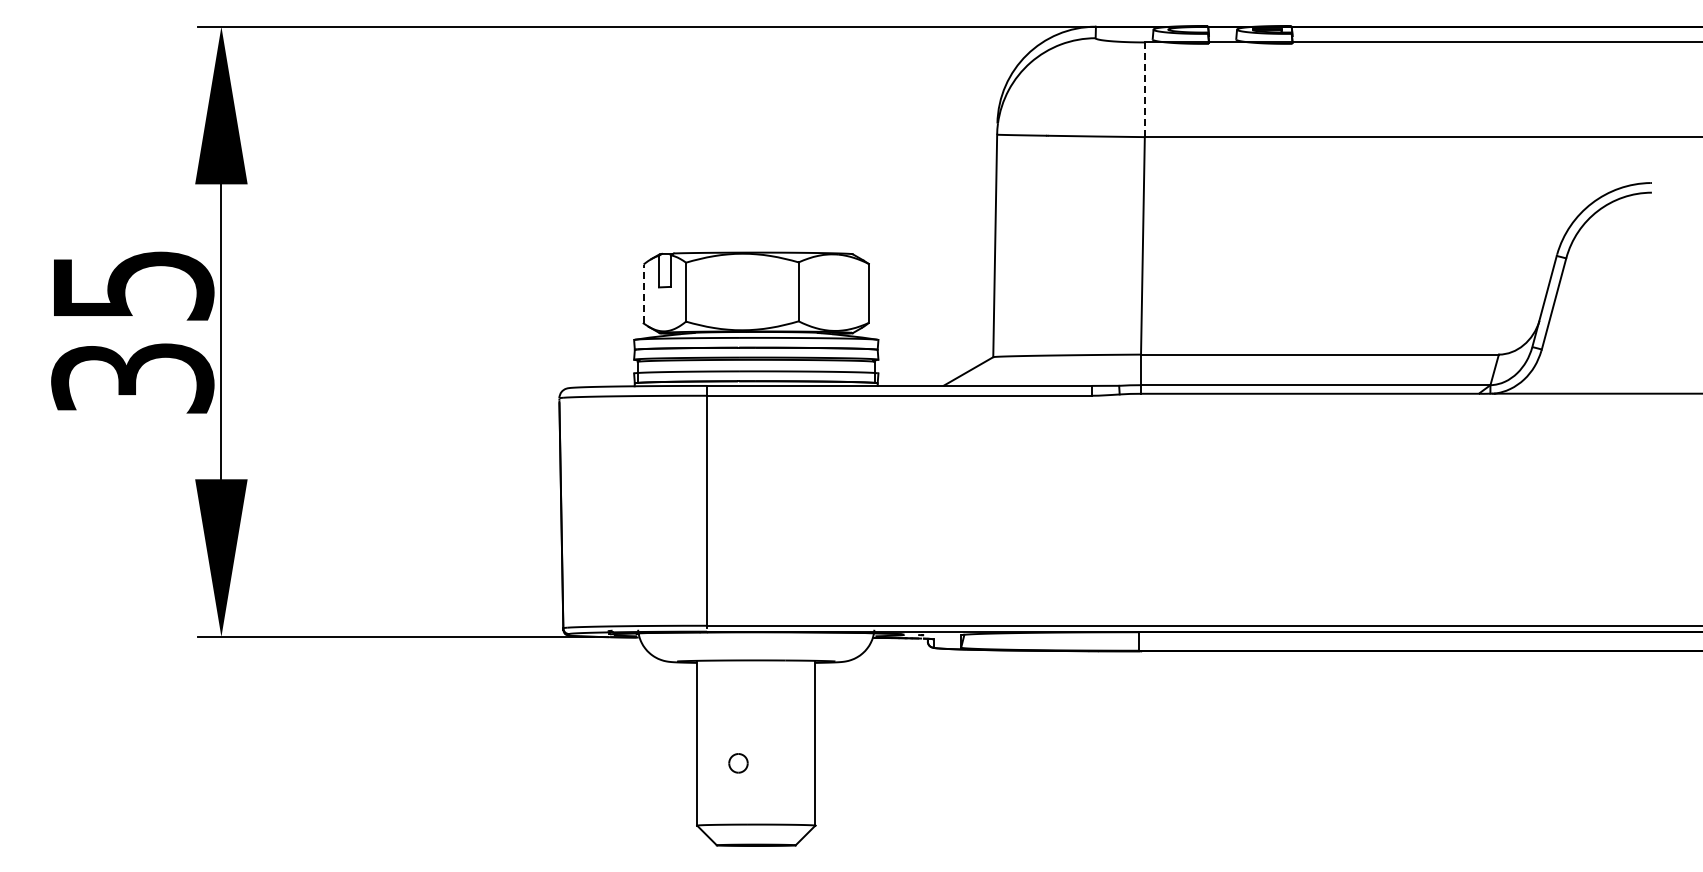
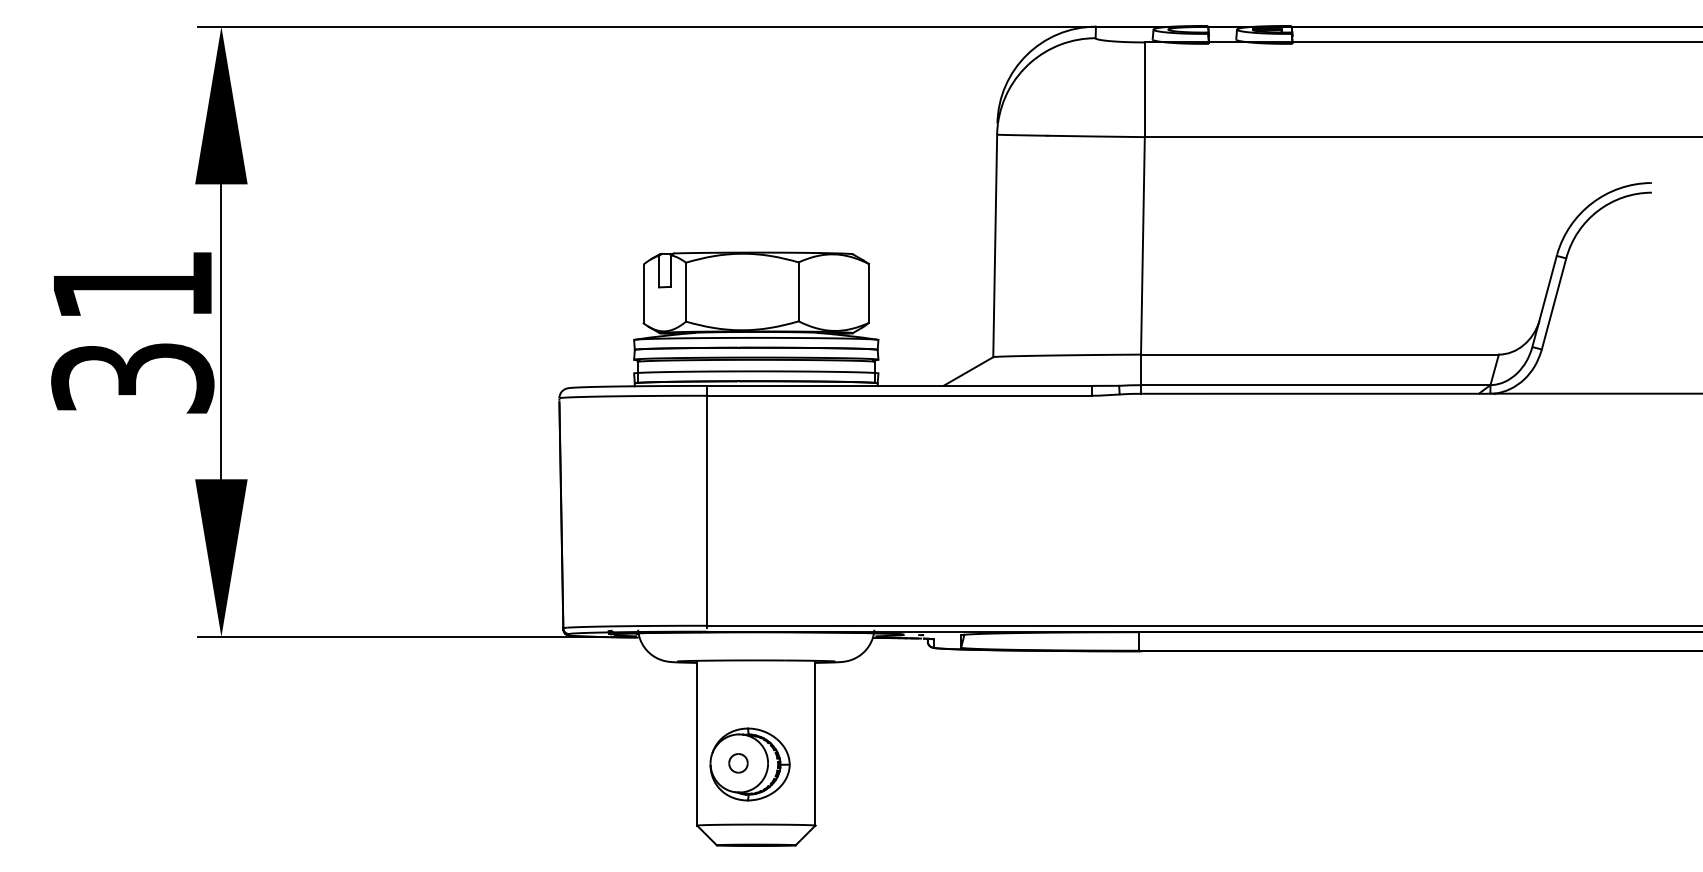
line at (1144, 89): dashed -> solid
text at (134, 285): 35 -> 31
line at (643, 293): dashed -> solid
part at (749, 764): none -> present
